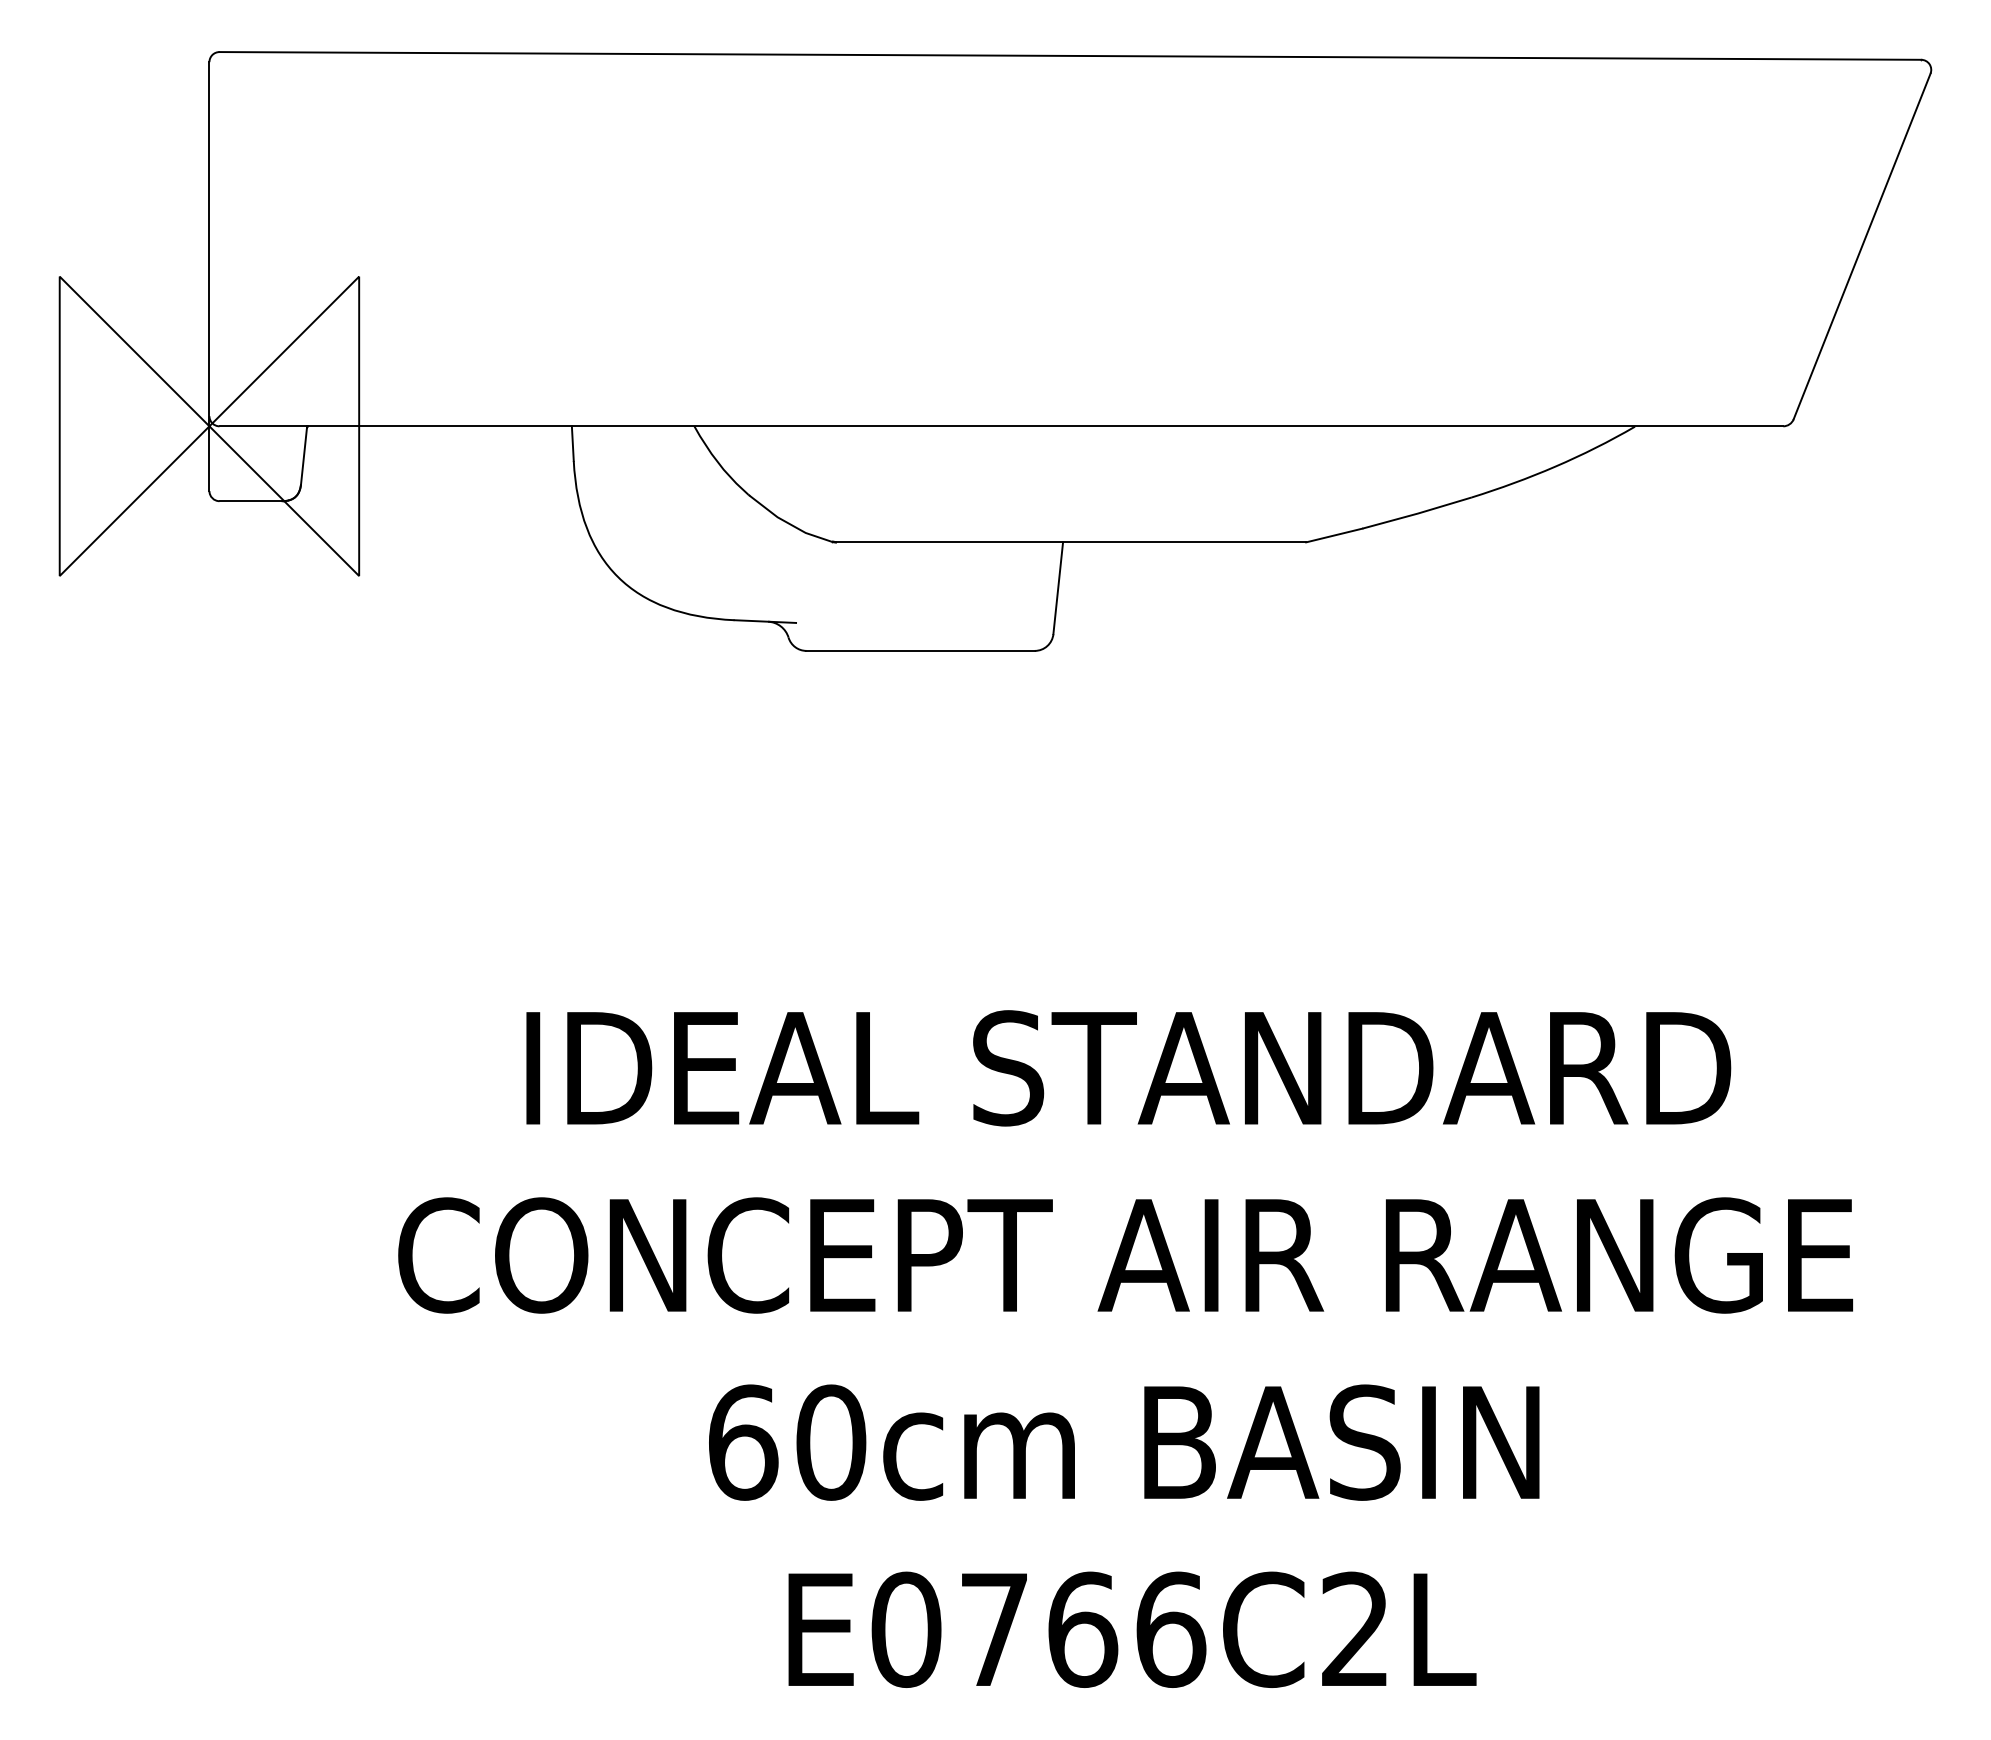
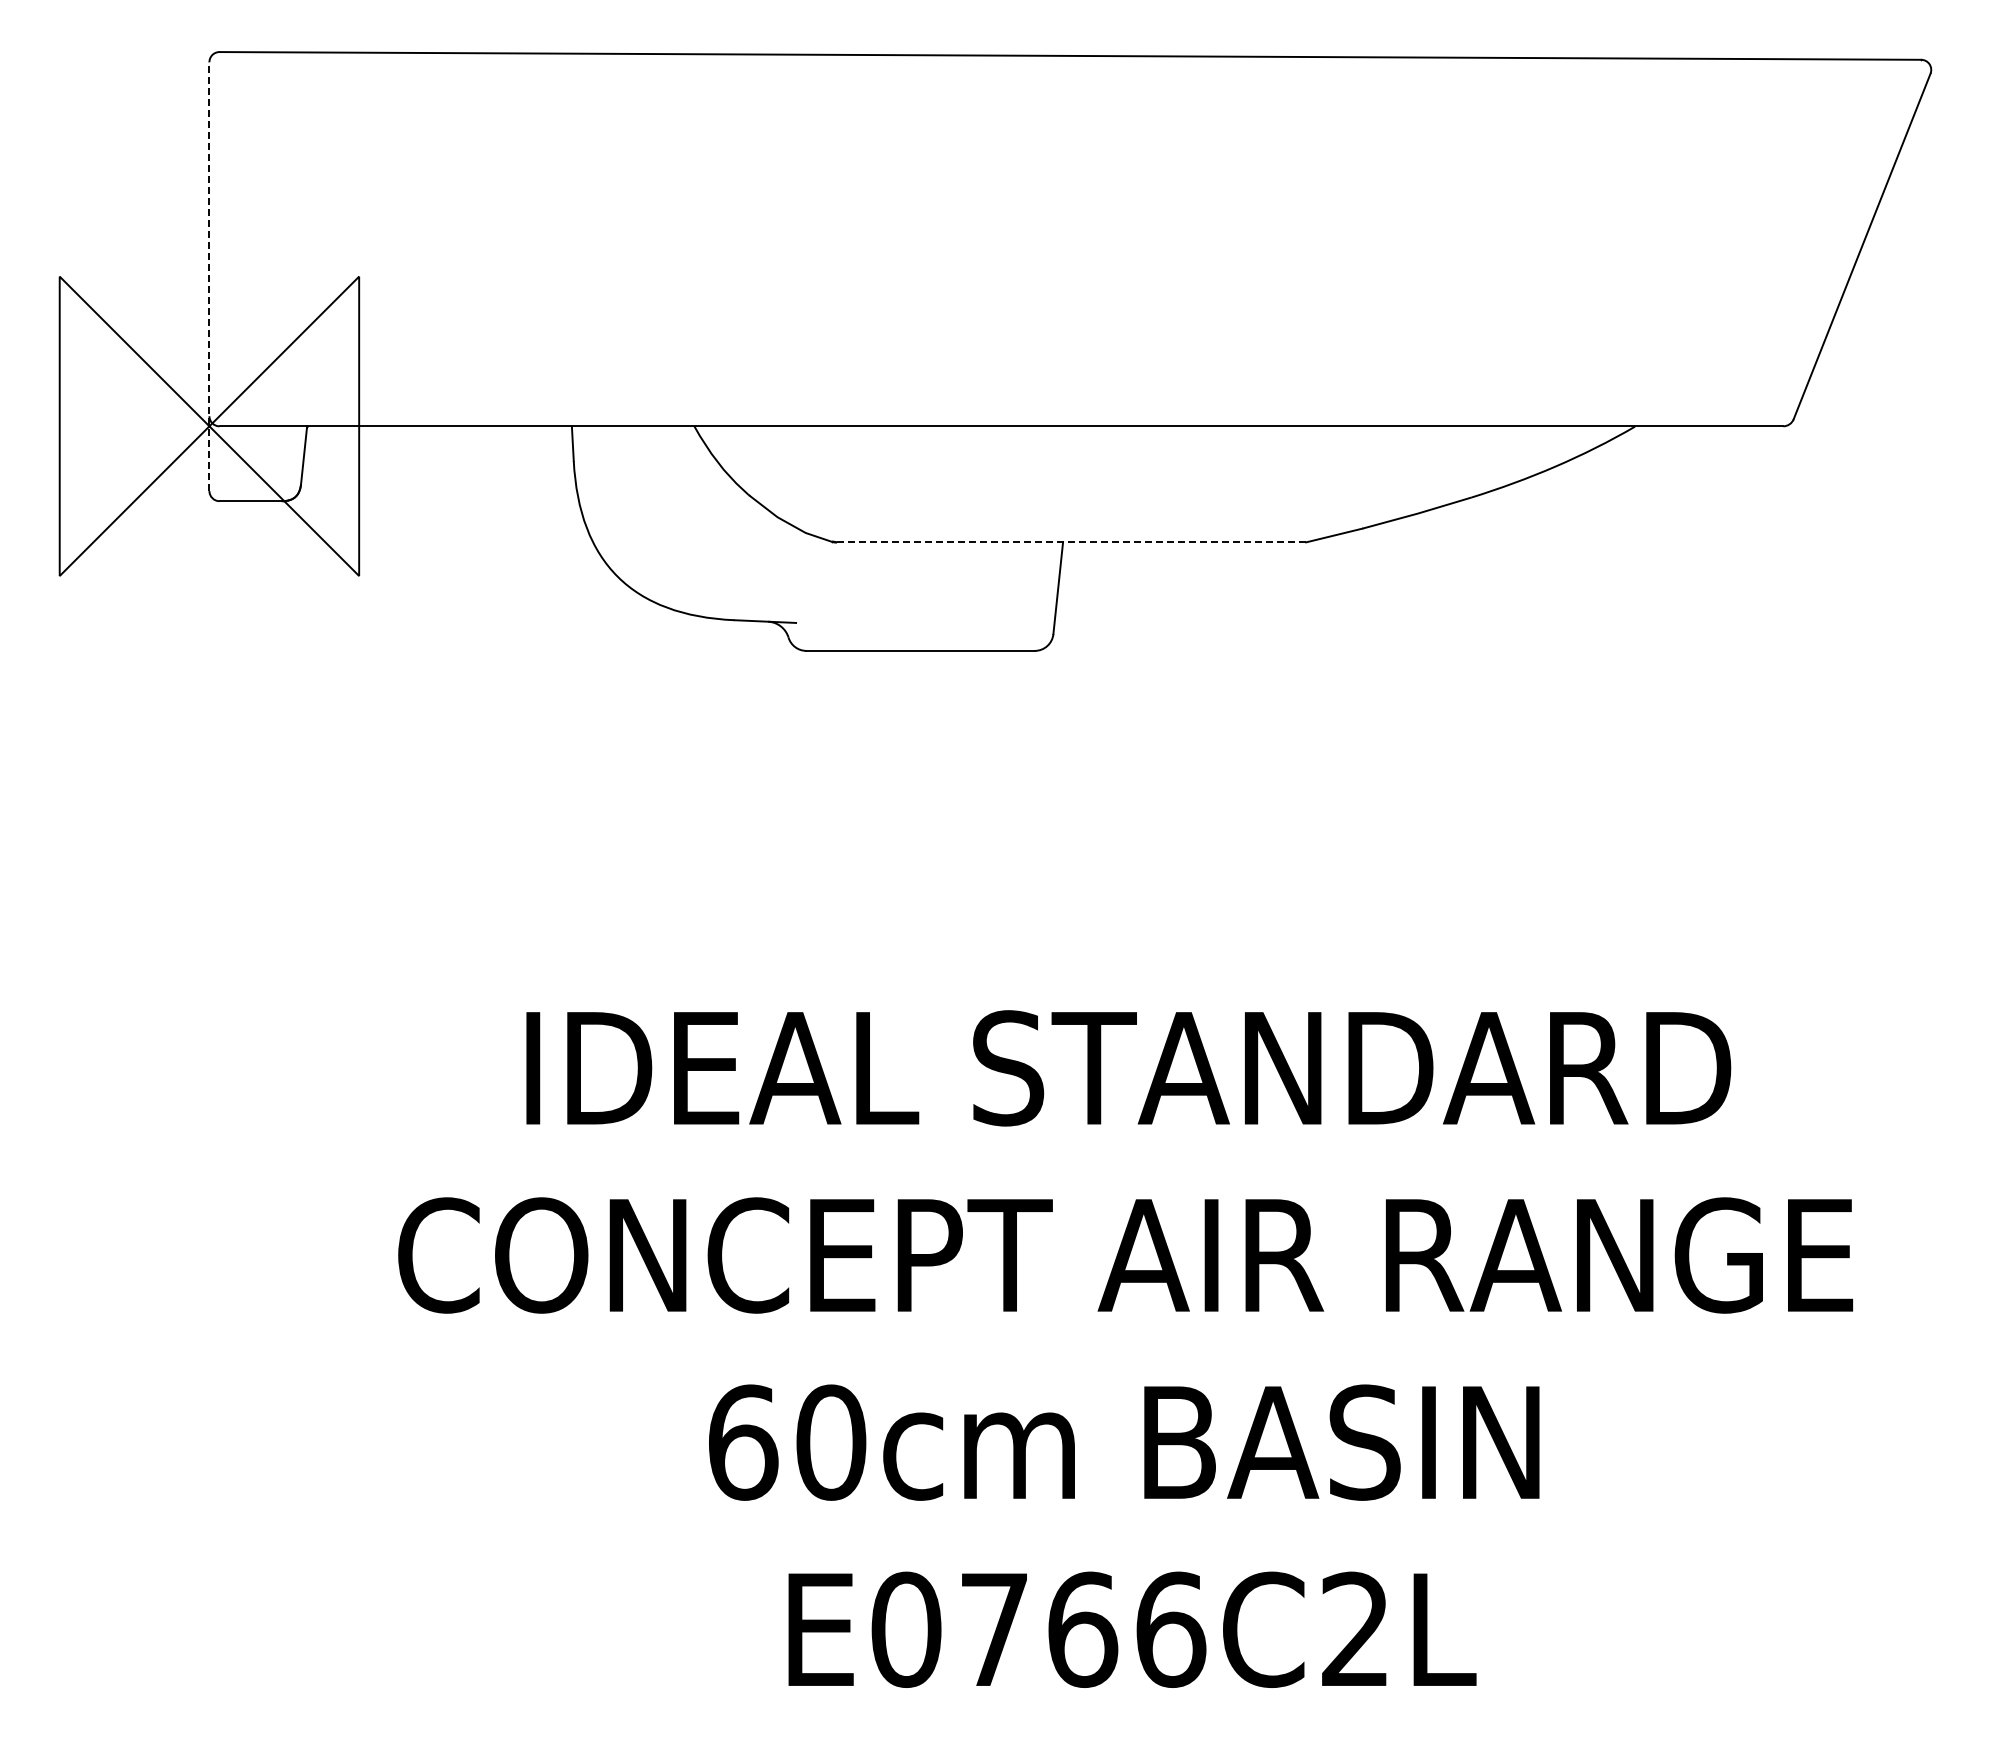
line at (209, 276): solid -> dashed
line at (1071, 542): solid -> dashed
